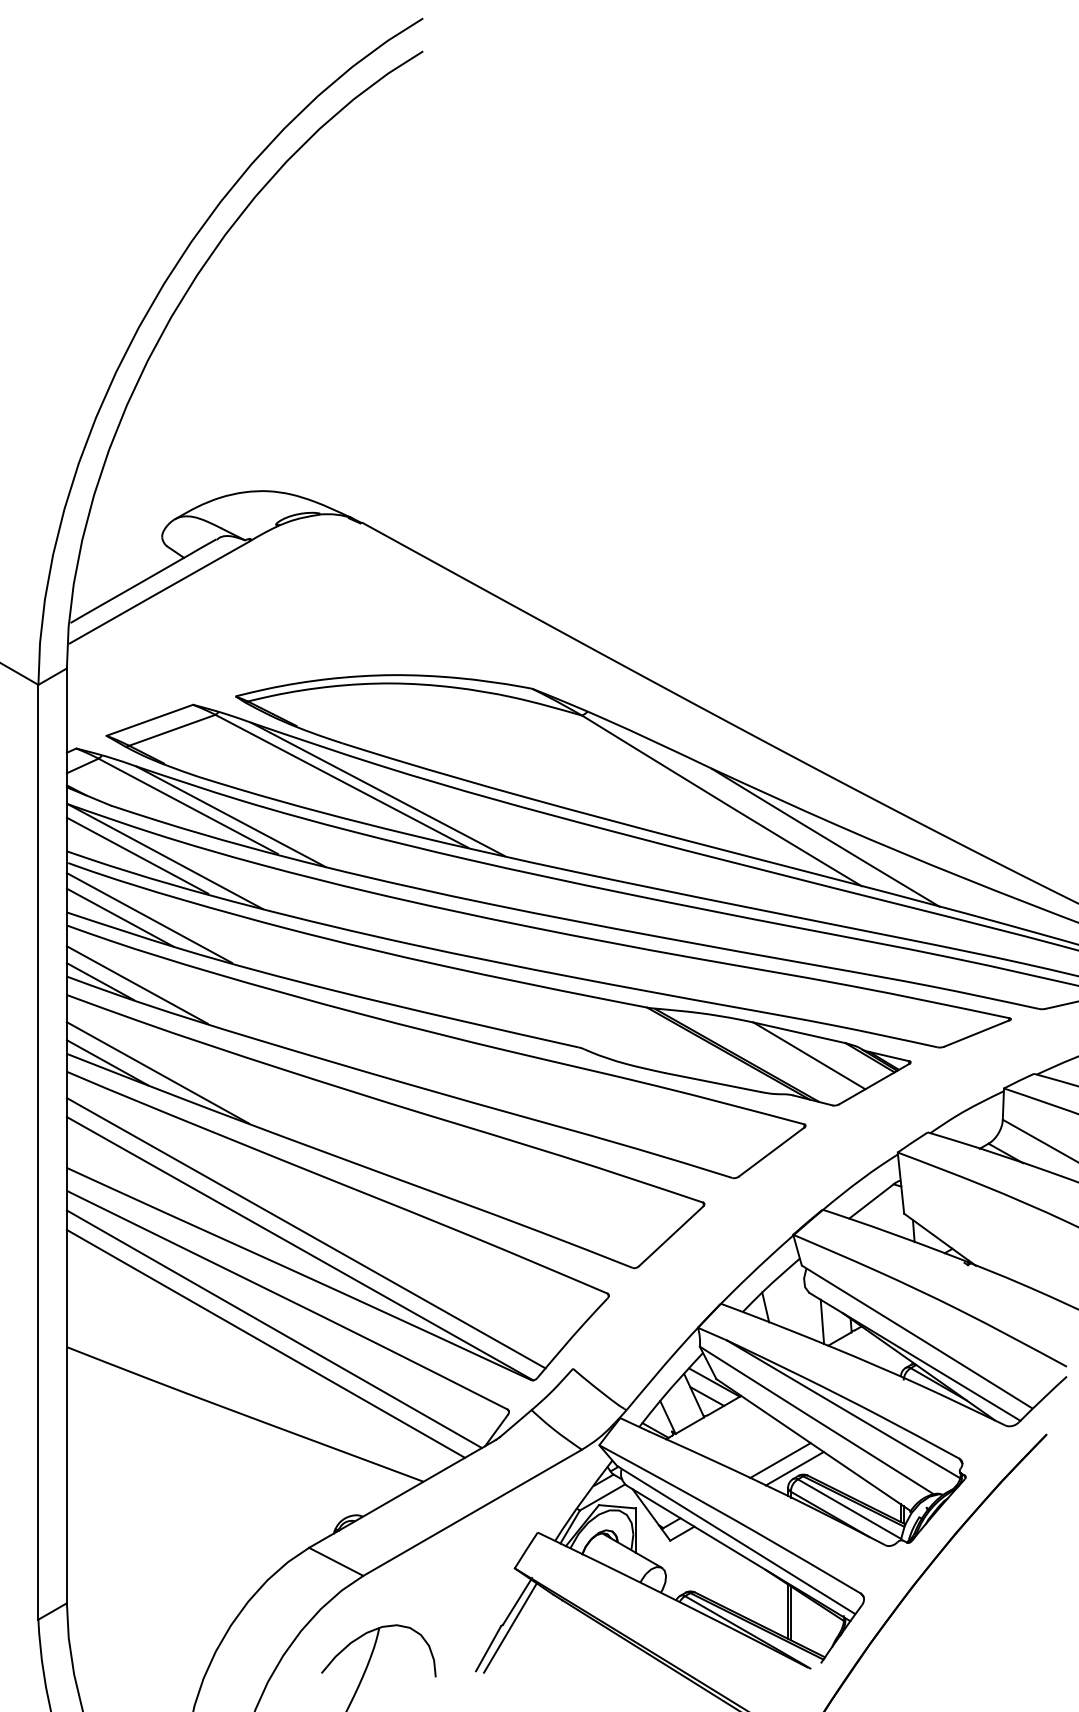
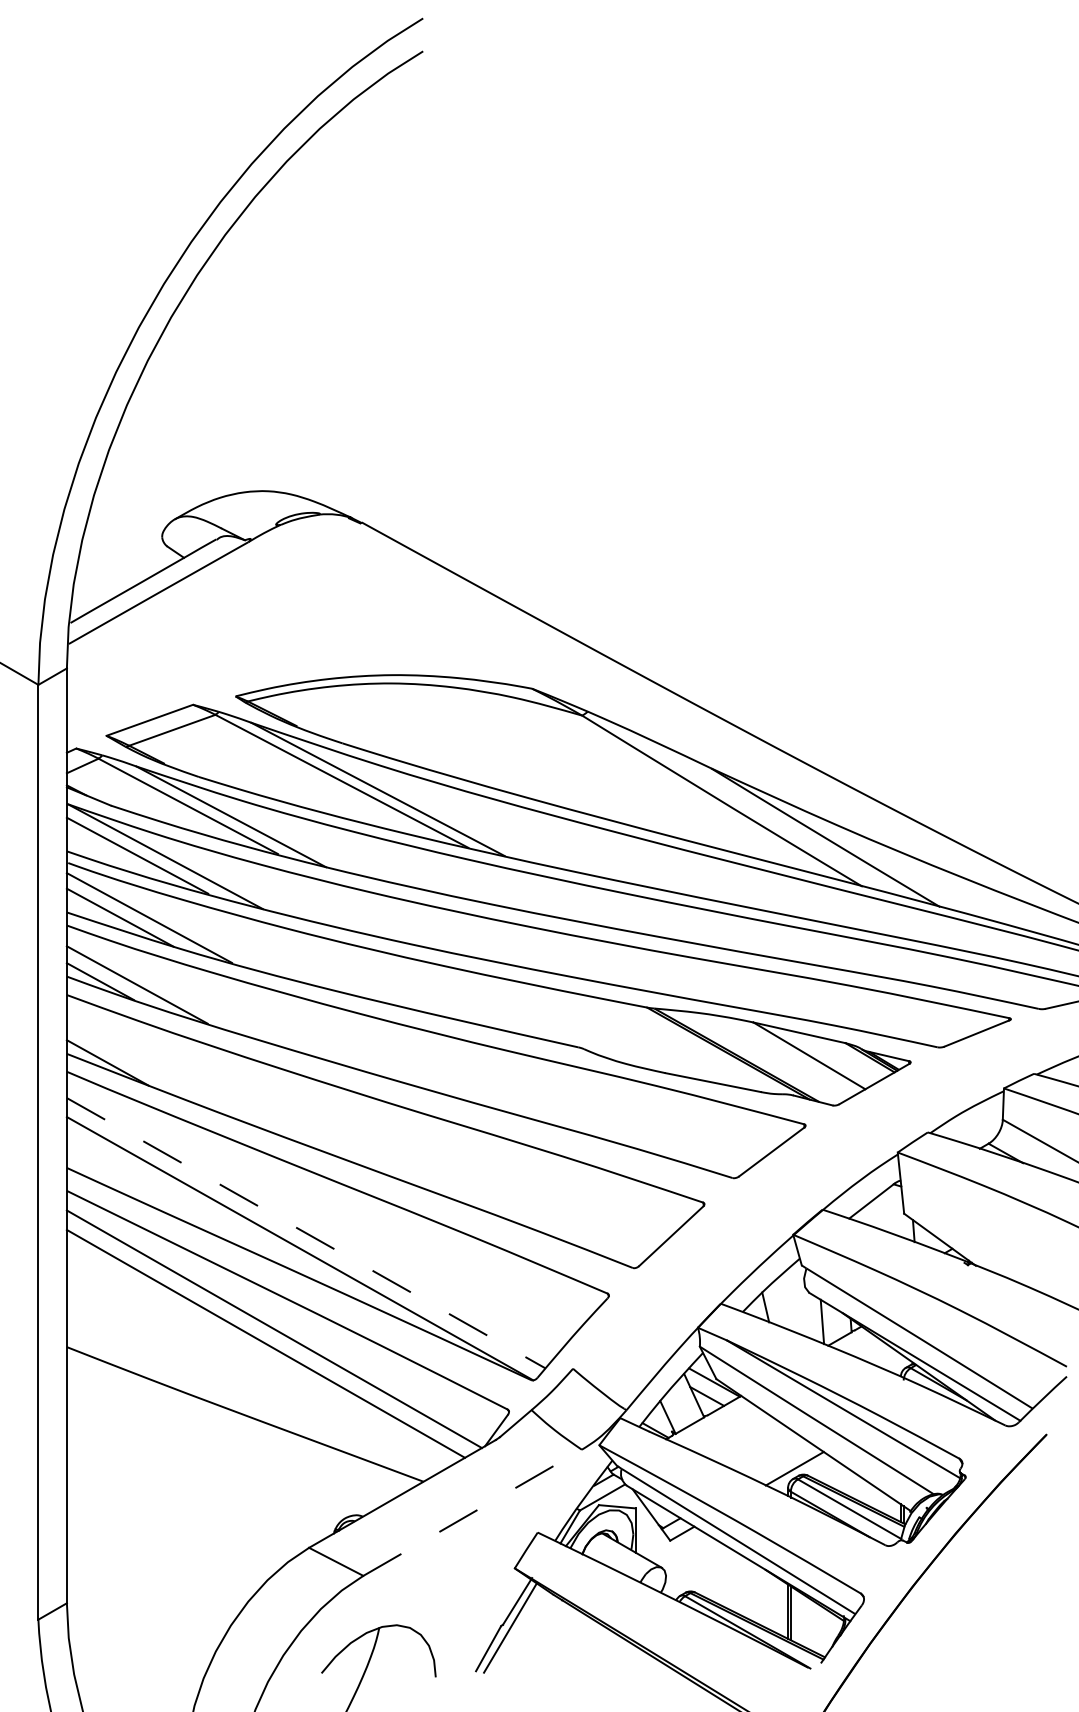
line at (157, 1072): present -> none
line at (306, 1233): solid -> dashed
line at (780, 1460): present -> none
line at (473, 1512): solid -> dashed
